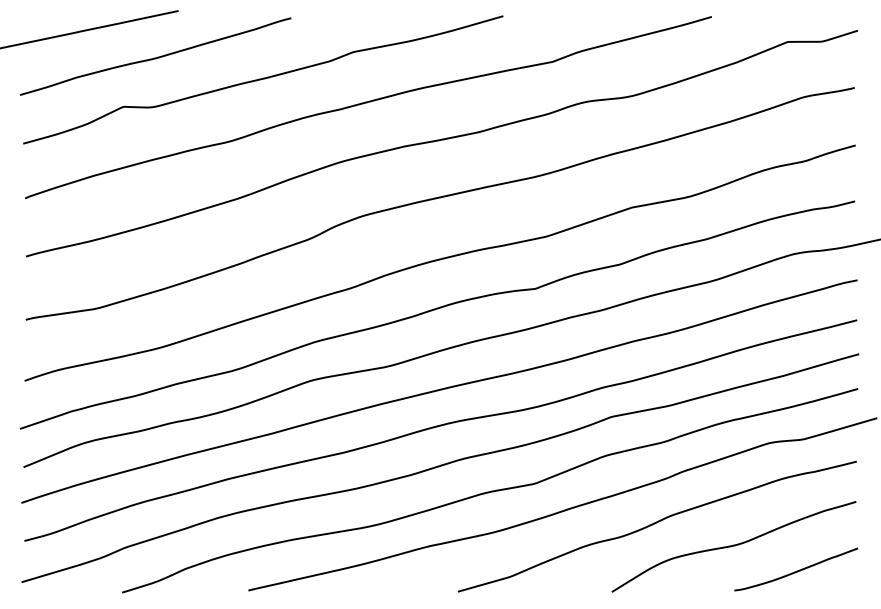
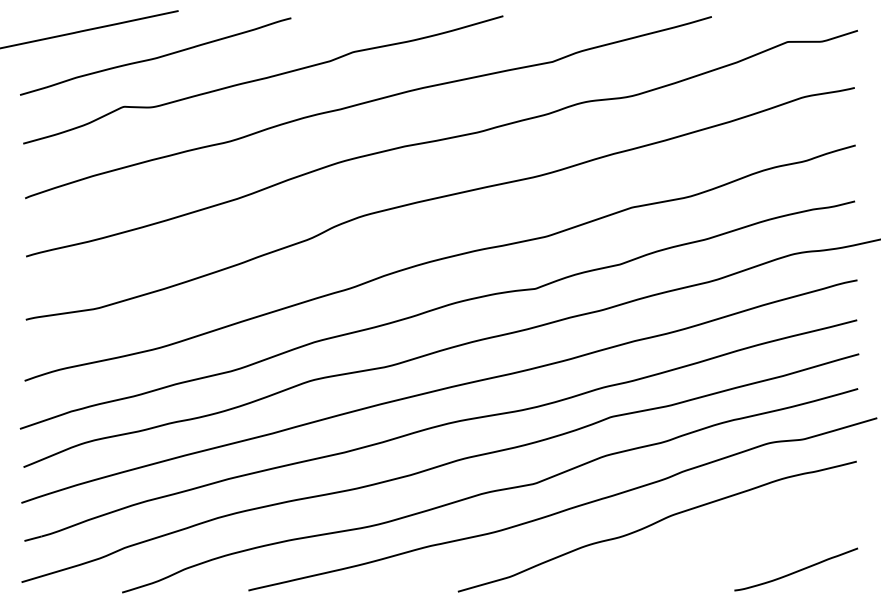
curve at (733, 546): present -> none
